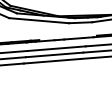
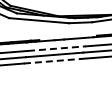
line at (56, 48): solid -> dashed
line at (52, 61): solid -> dashed
